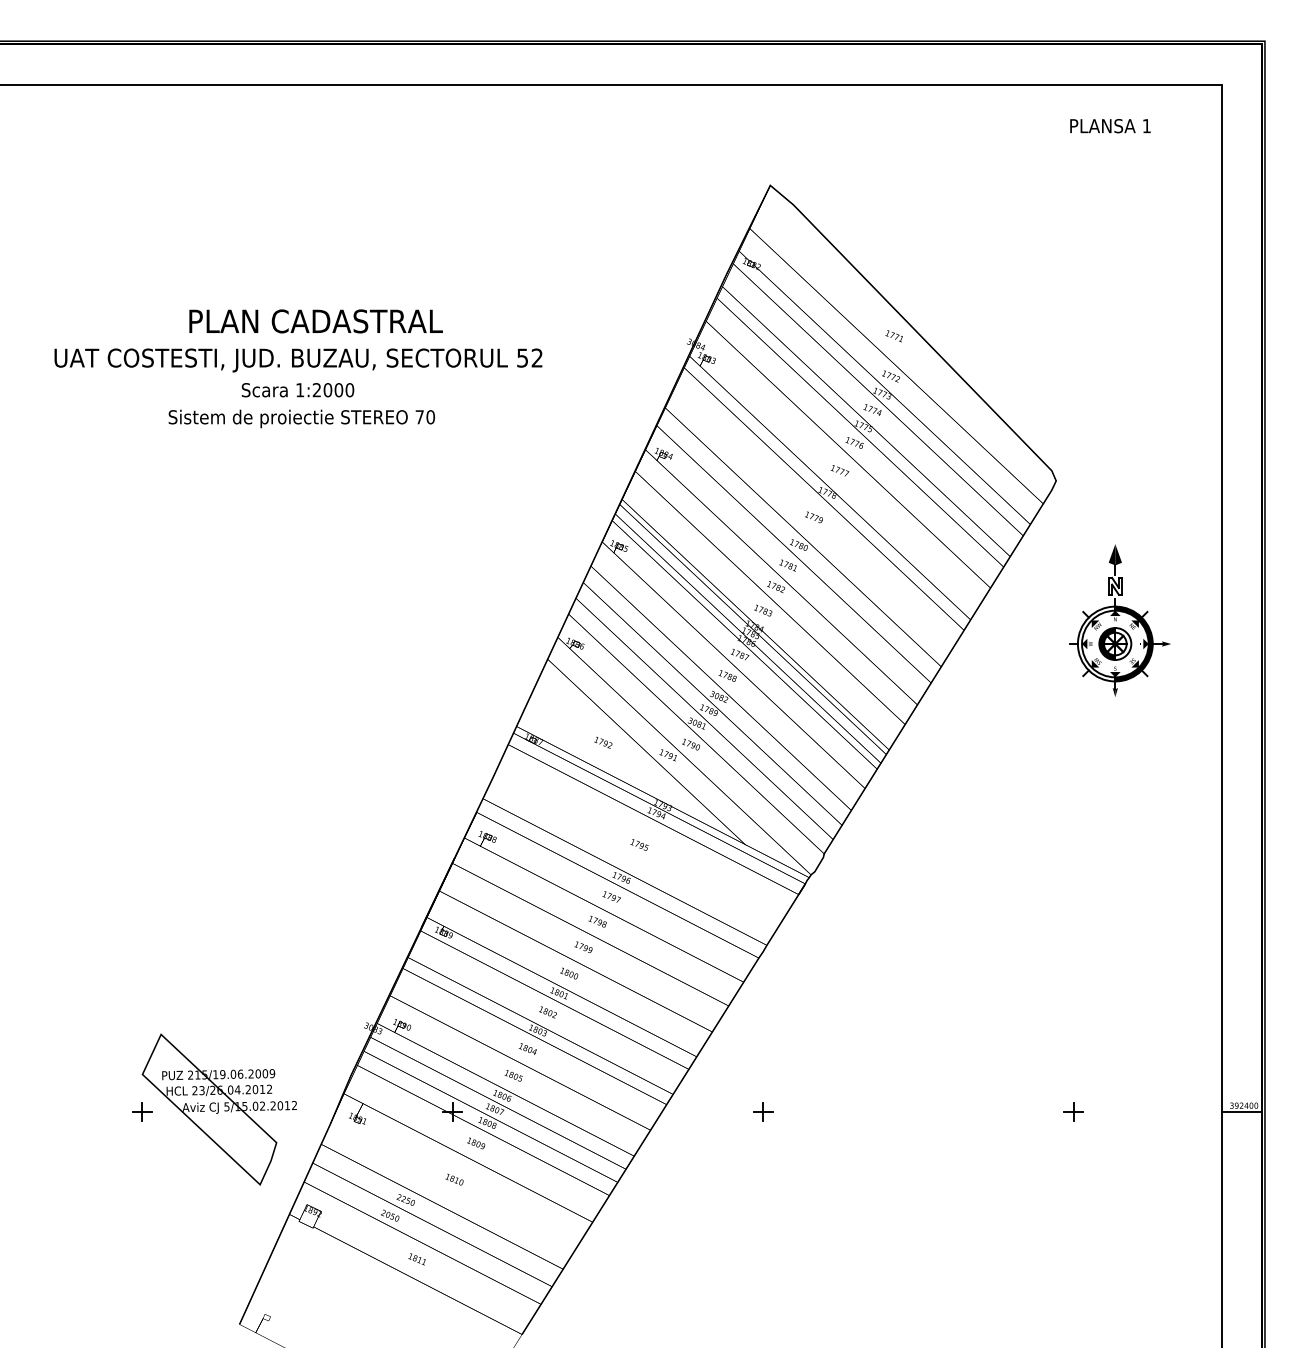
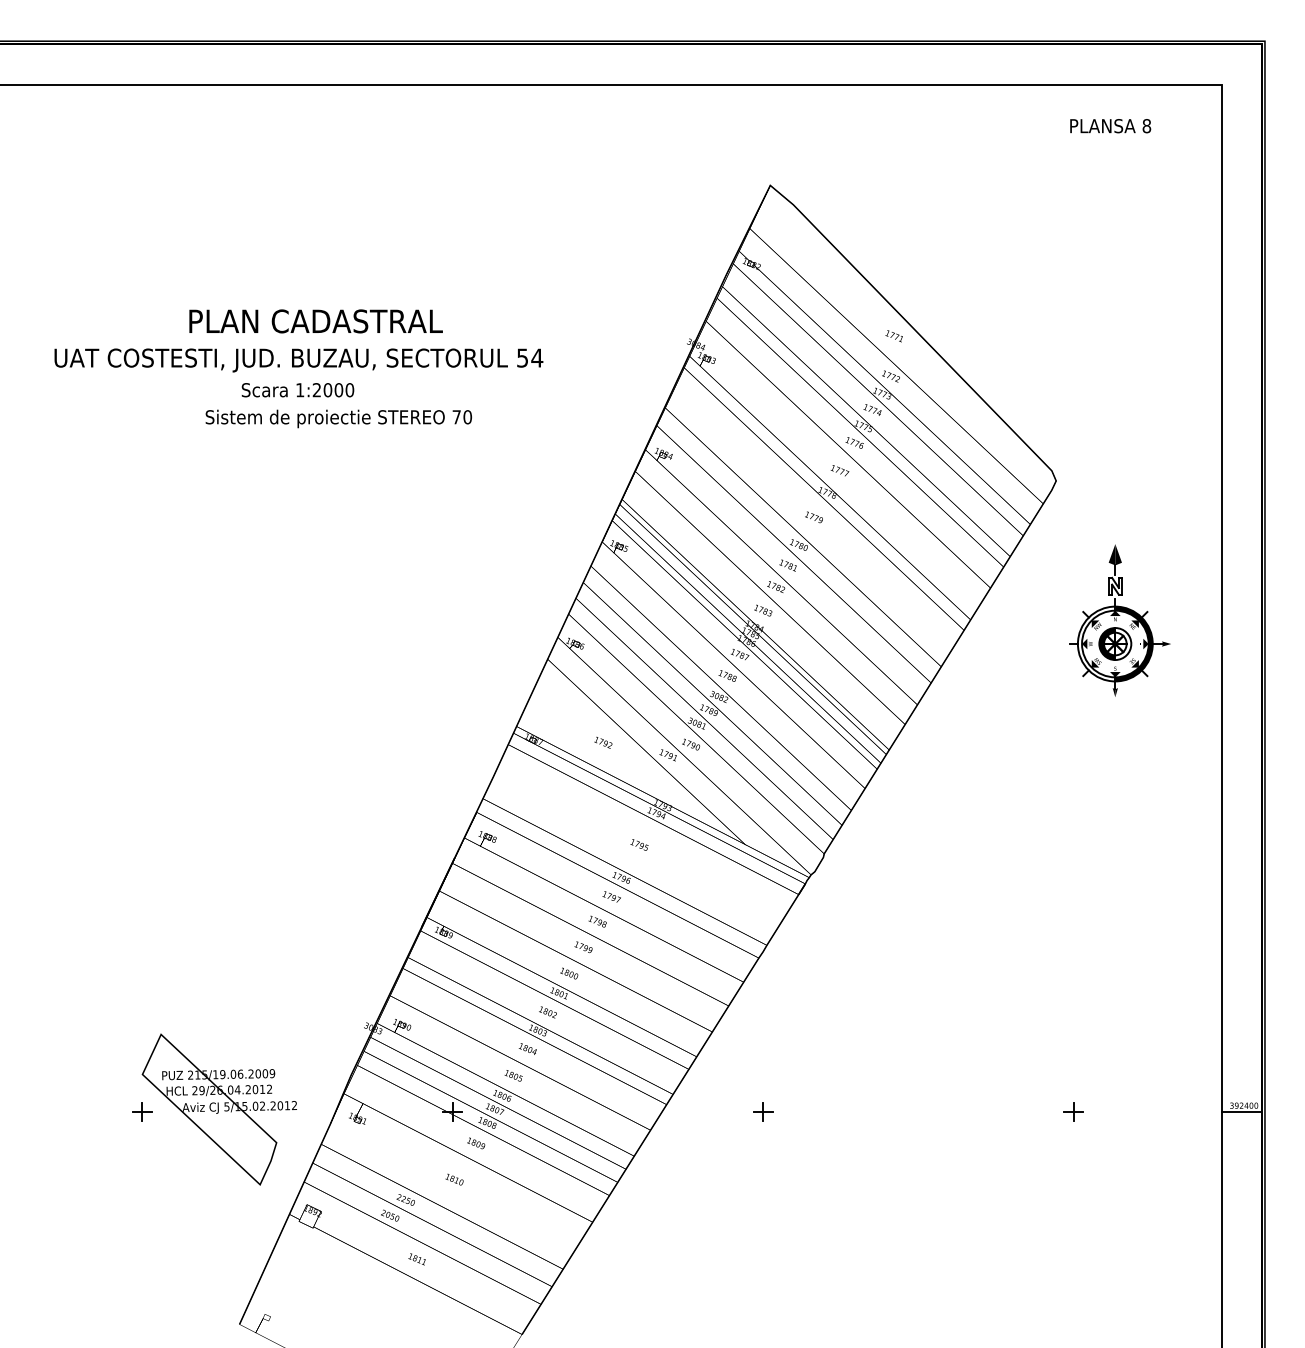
text at (1146, 126): 1 -> 8
text at (537, 357): 52 -> 54
text at (301, 418) position: (301, 418) -> (338, 418)
text at (201, 1090): 23/26.04.2012 -> 29/26.04.2012
